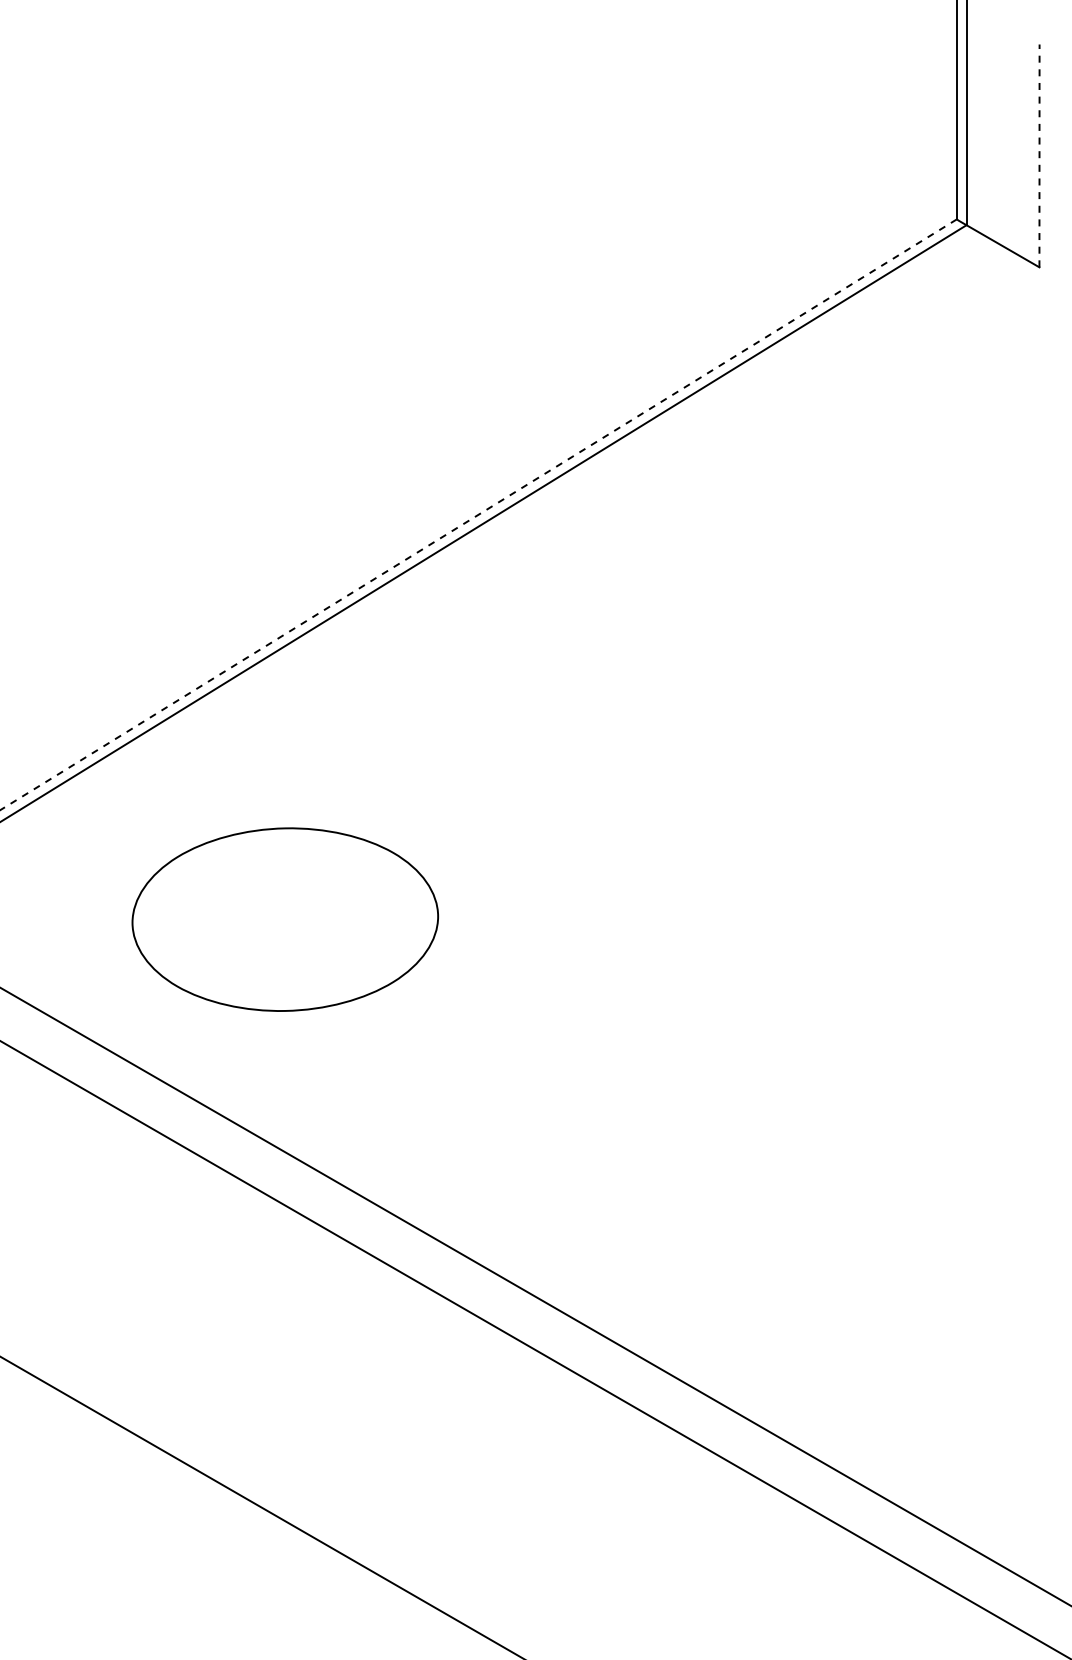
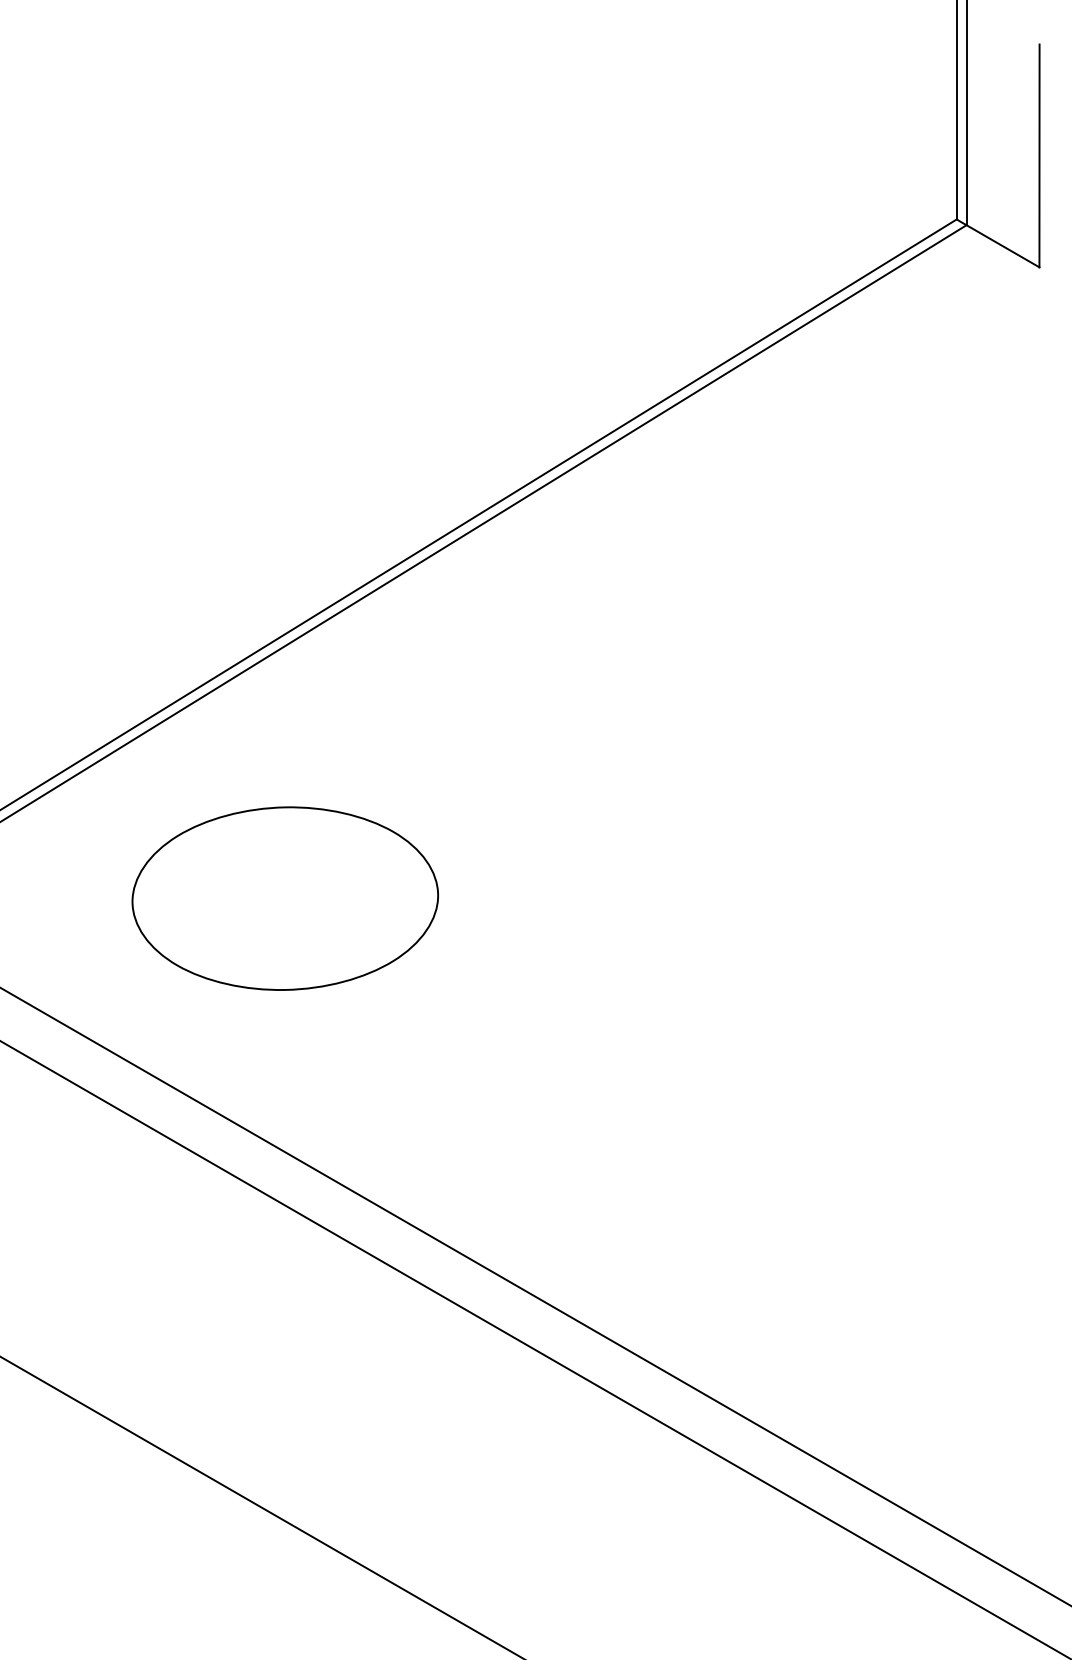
line at (1039, 155): dashed -> solid
line at (478, 514): dashed -> solid
part at (284, 919) position: (284, 919) -> (284, 898)
